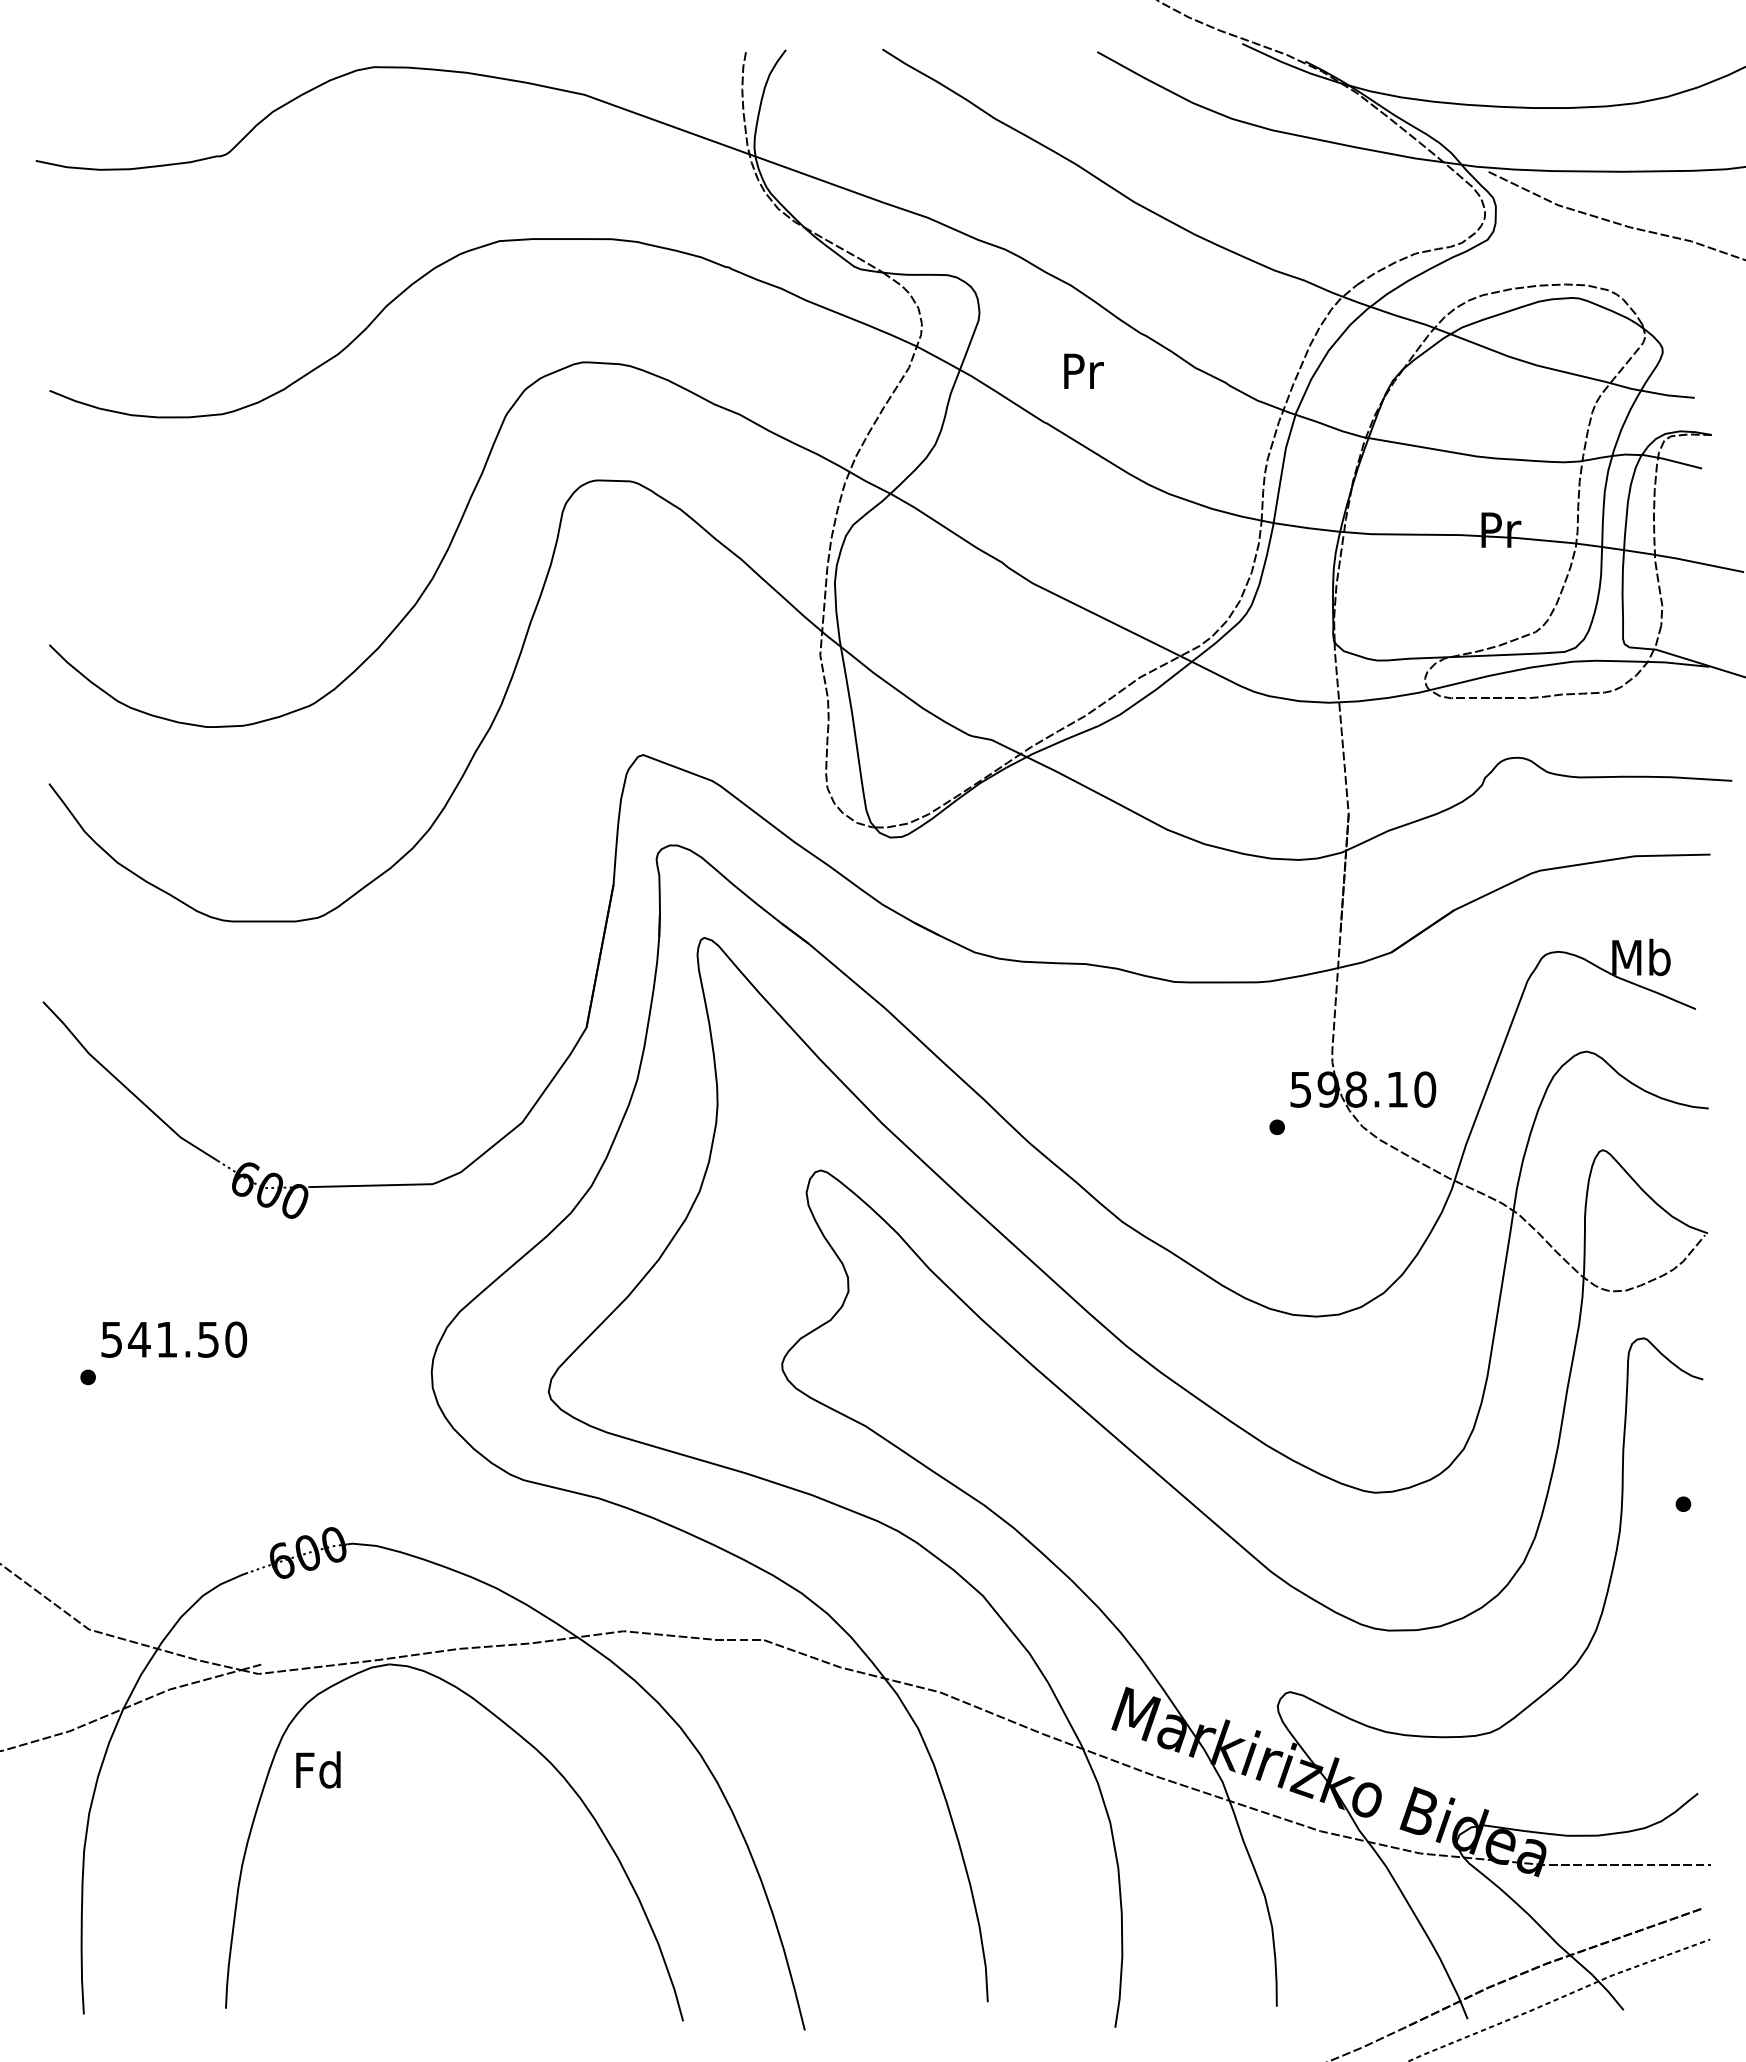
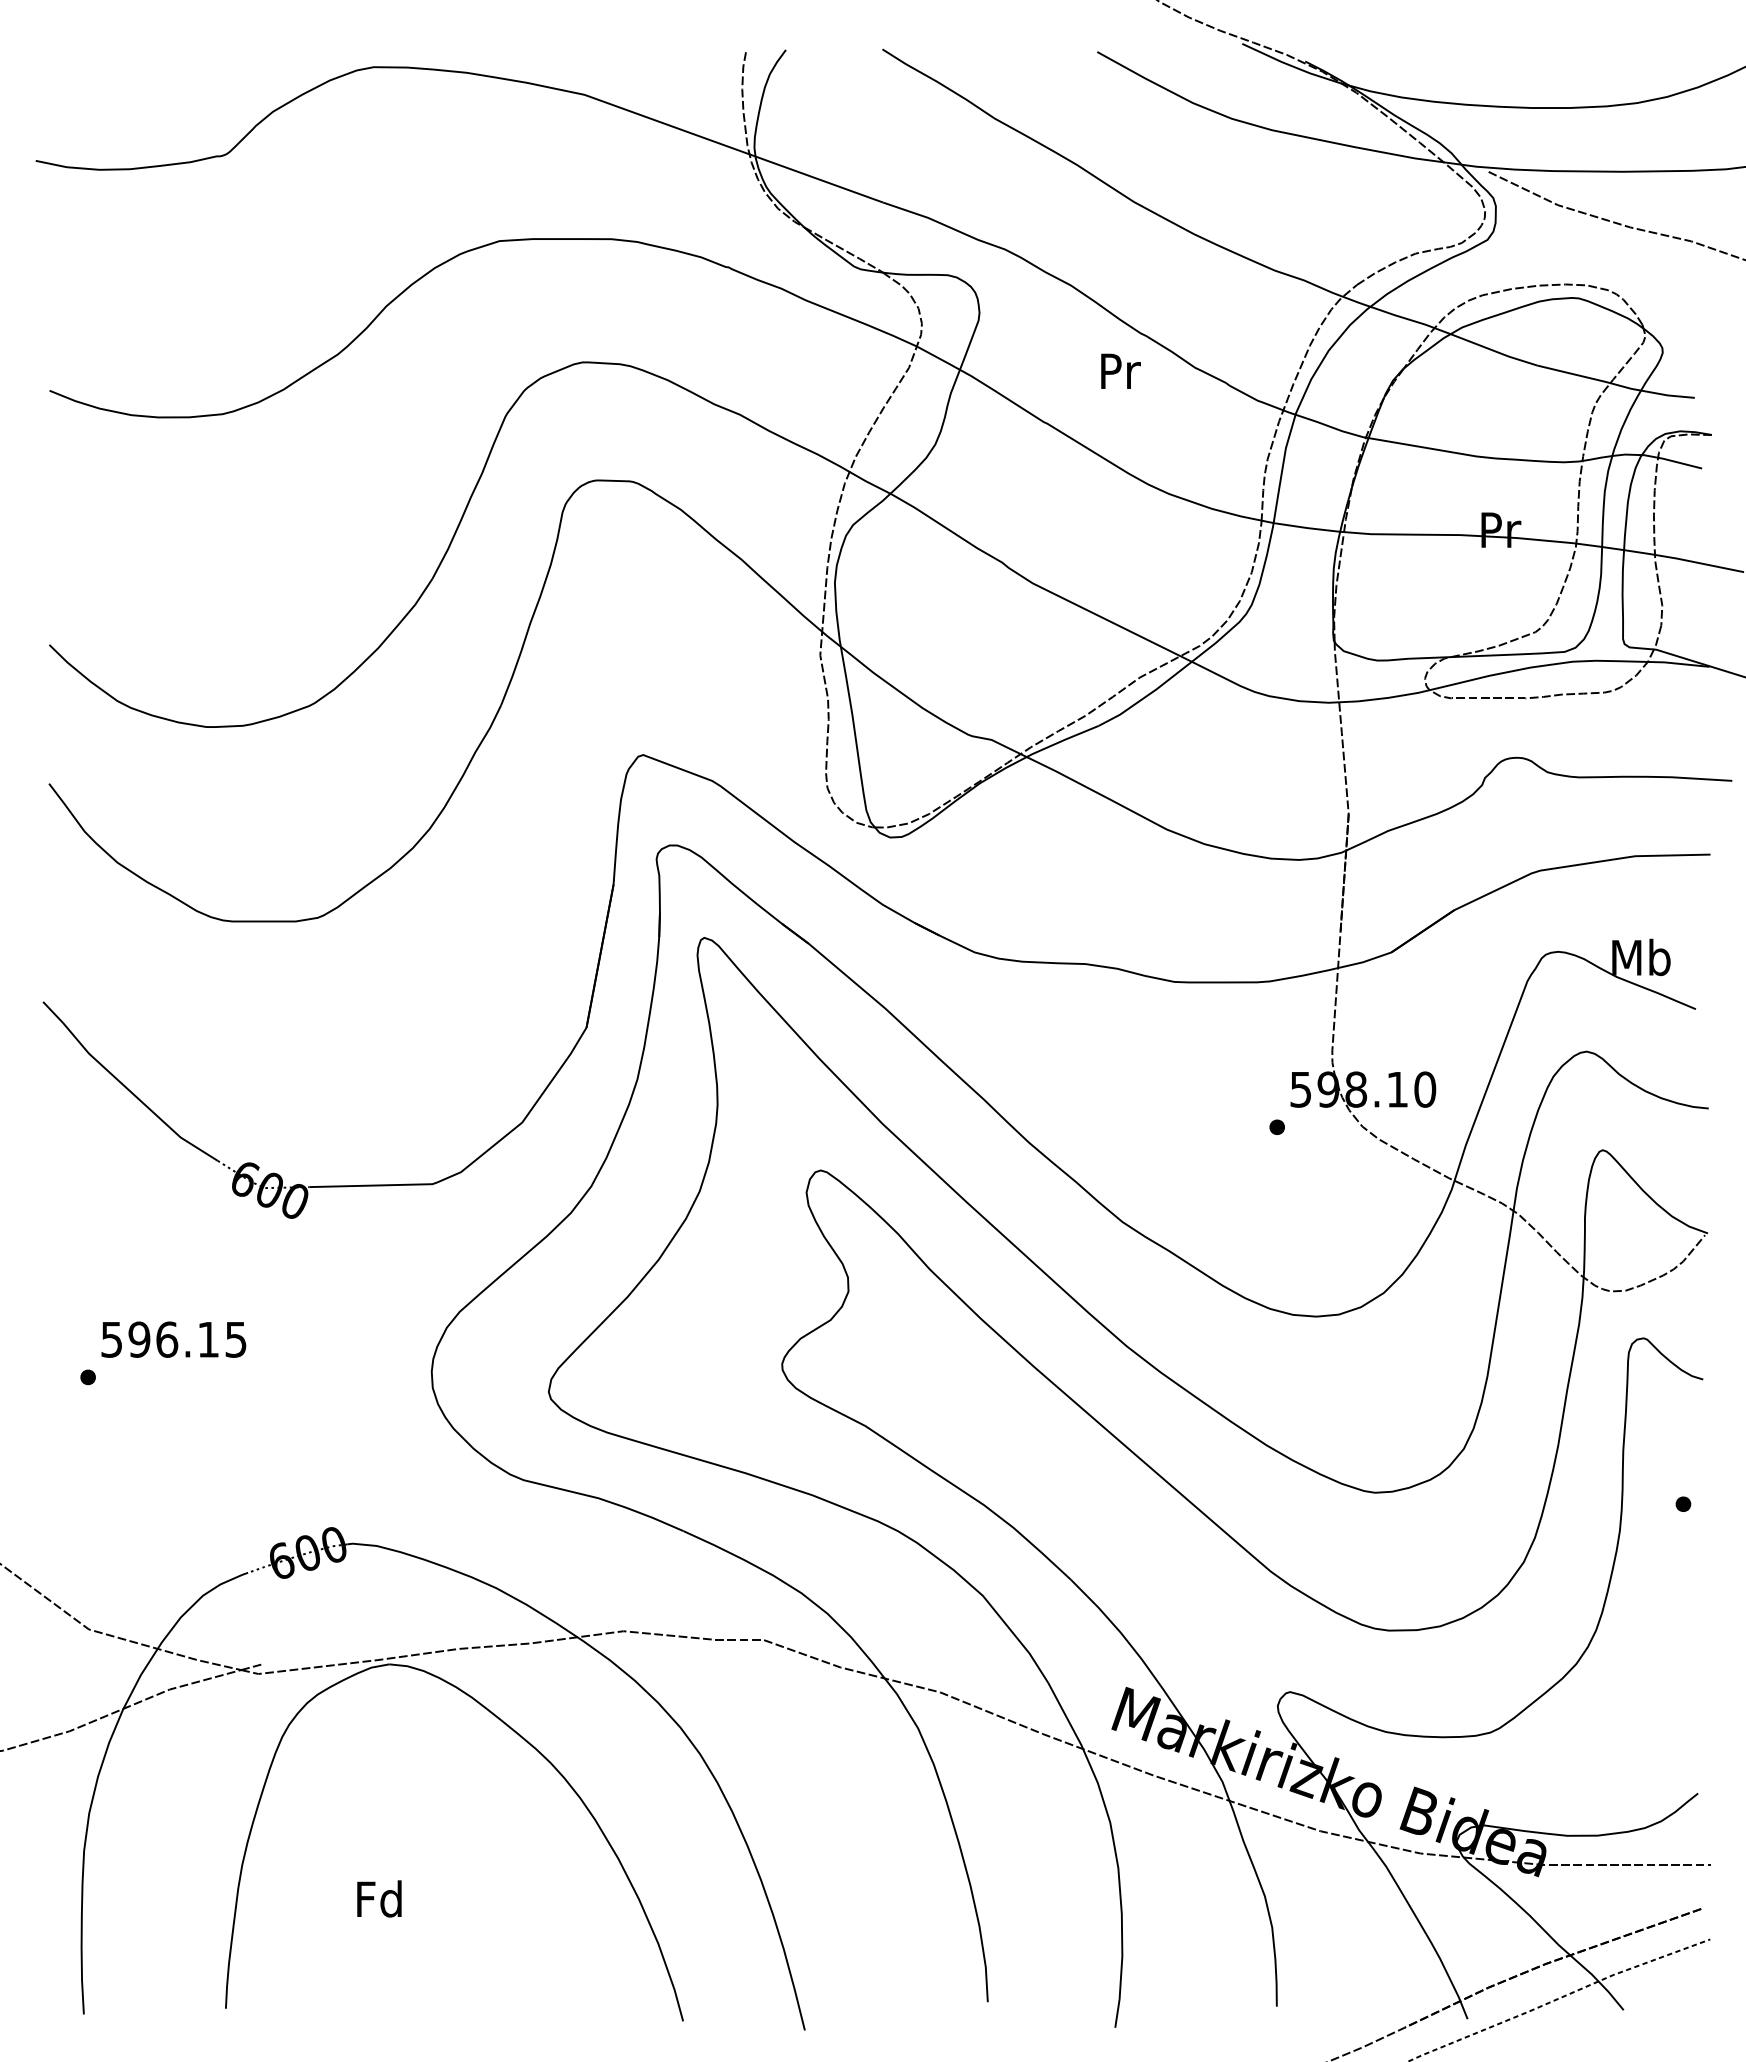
text at (1083, 370) position: (1083, 370) -> (1120, 370)
text at (187, 1339): 541.50 -> 596.15
text at (318, 1769) position: (318, 1769) -> (379, 1898)
